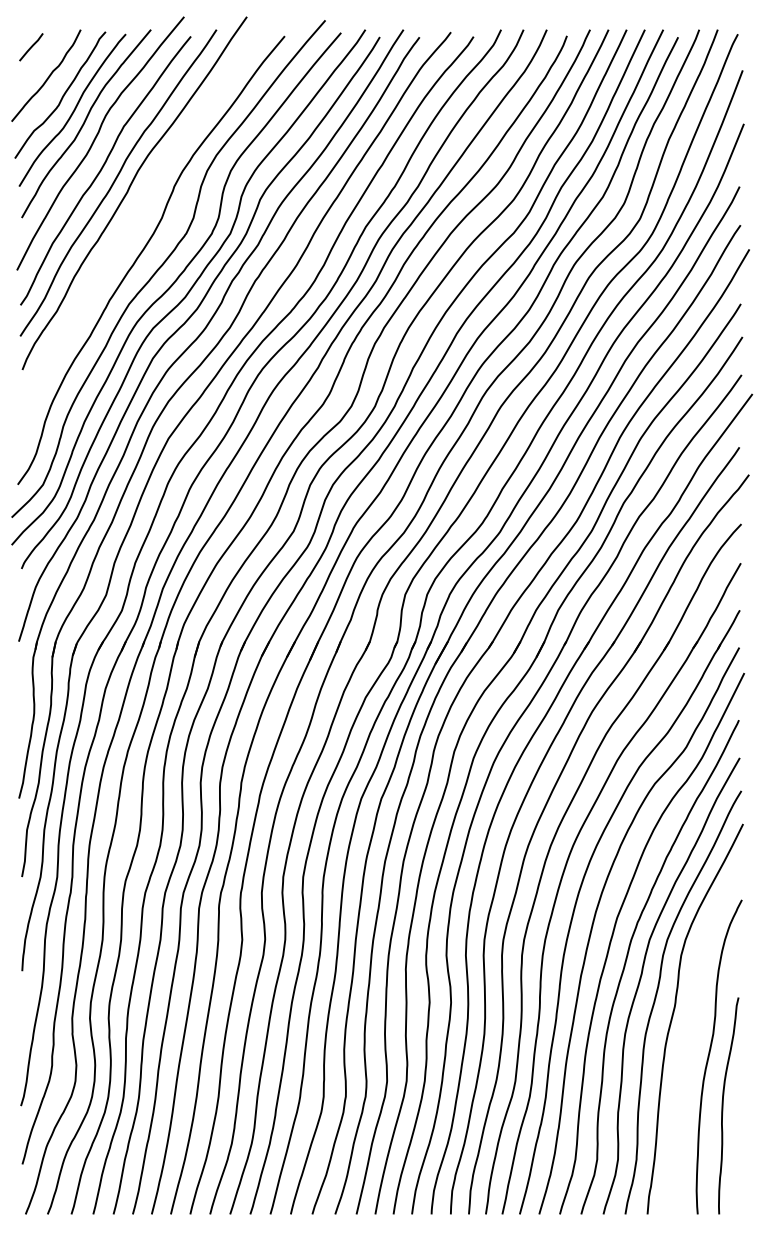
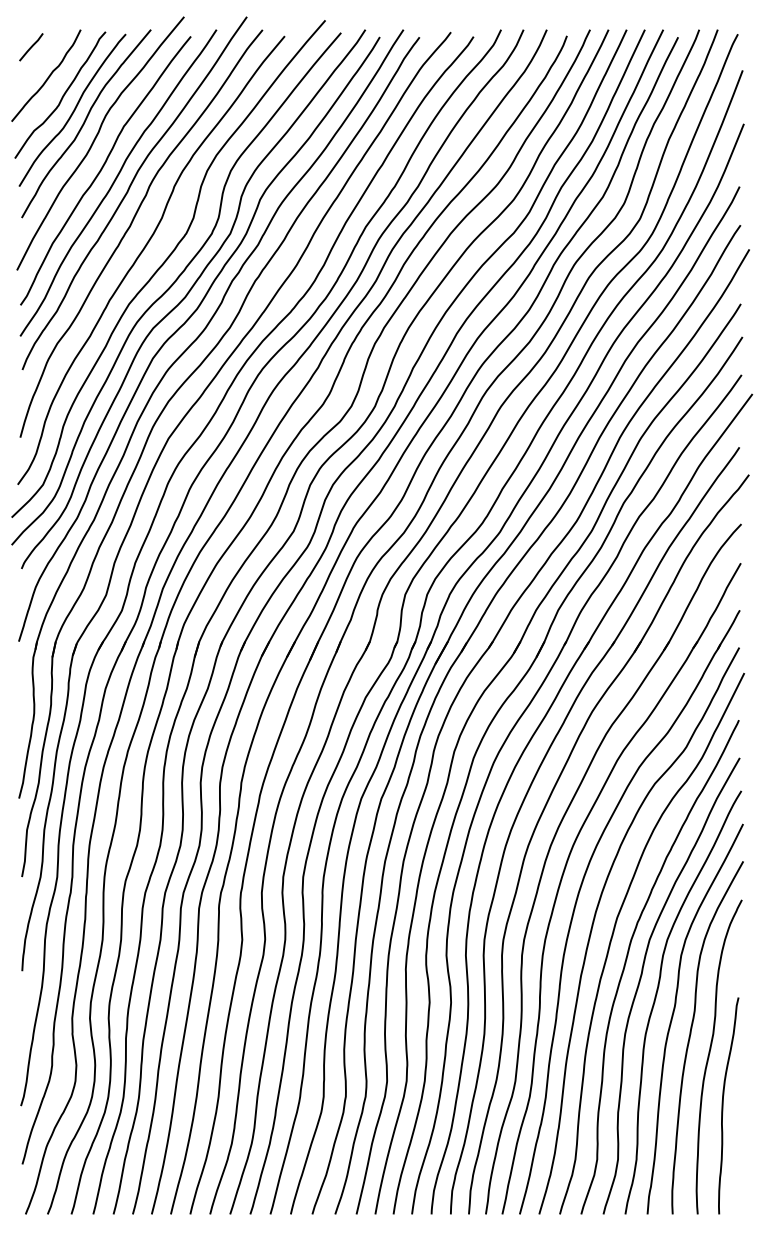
curve at (130, 227): none -> present
curve at (691, 1034): none -> present
